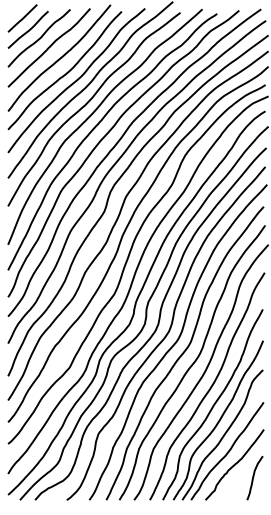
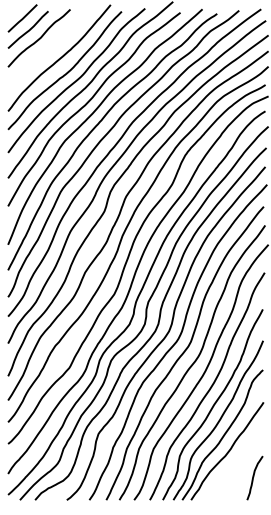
curve at (48, 47): present -> none
curve at (234, 464): present -> none
